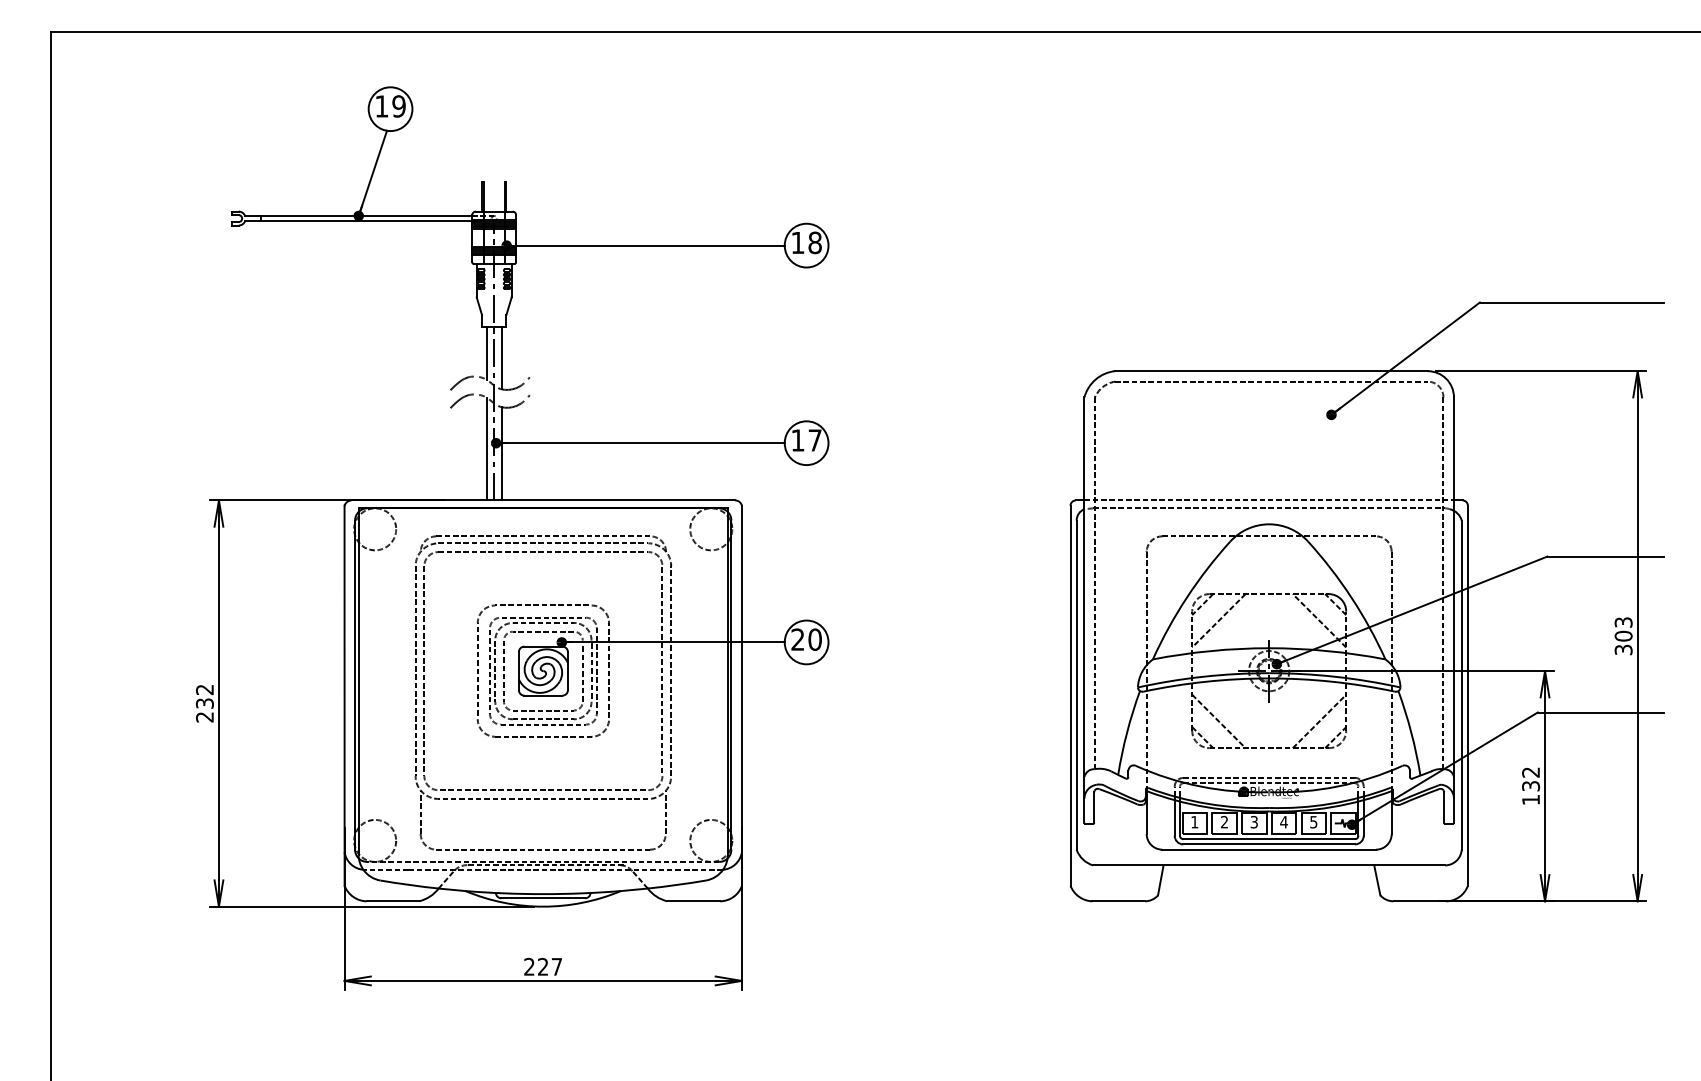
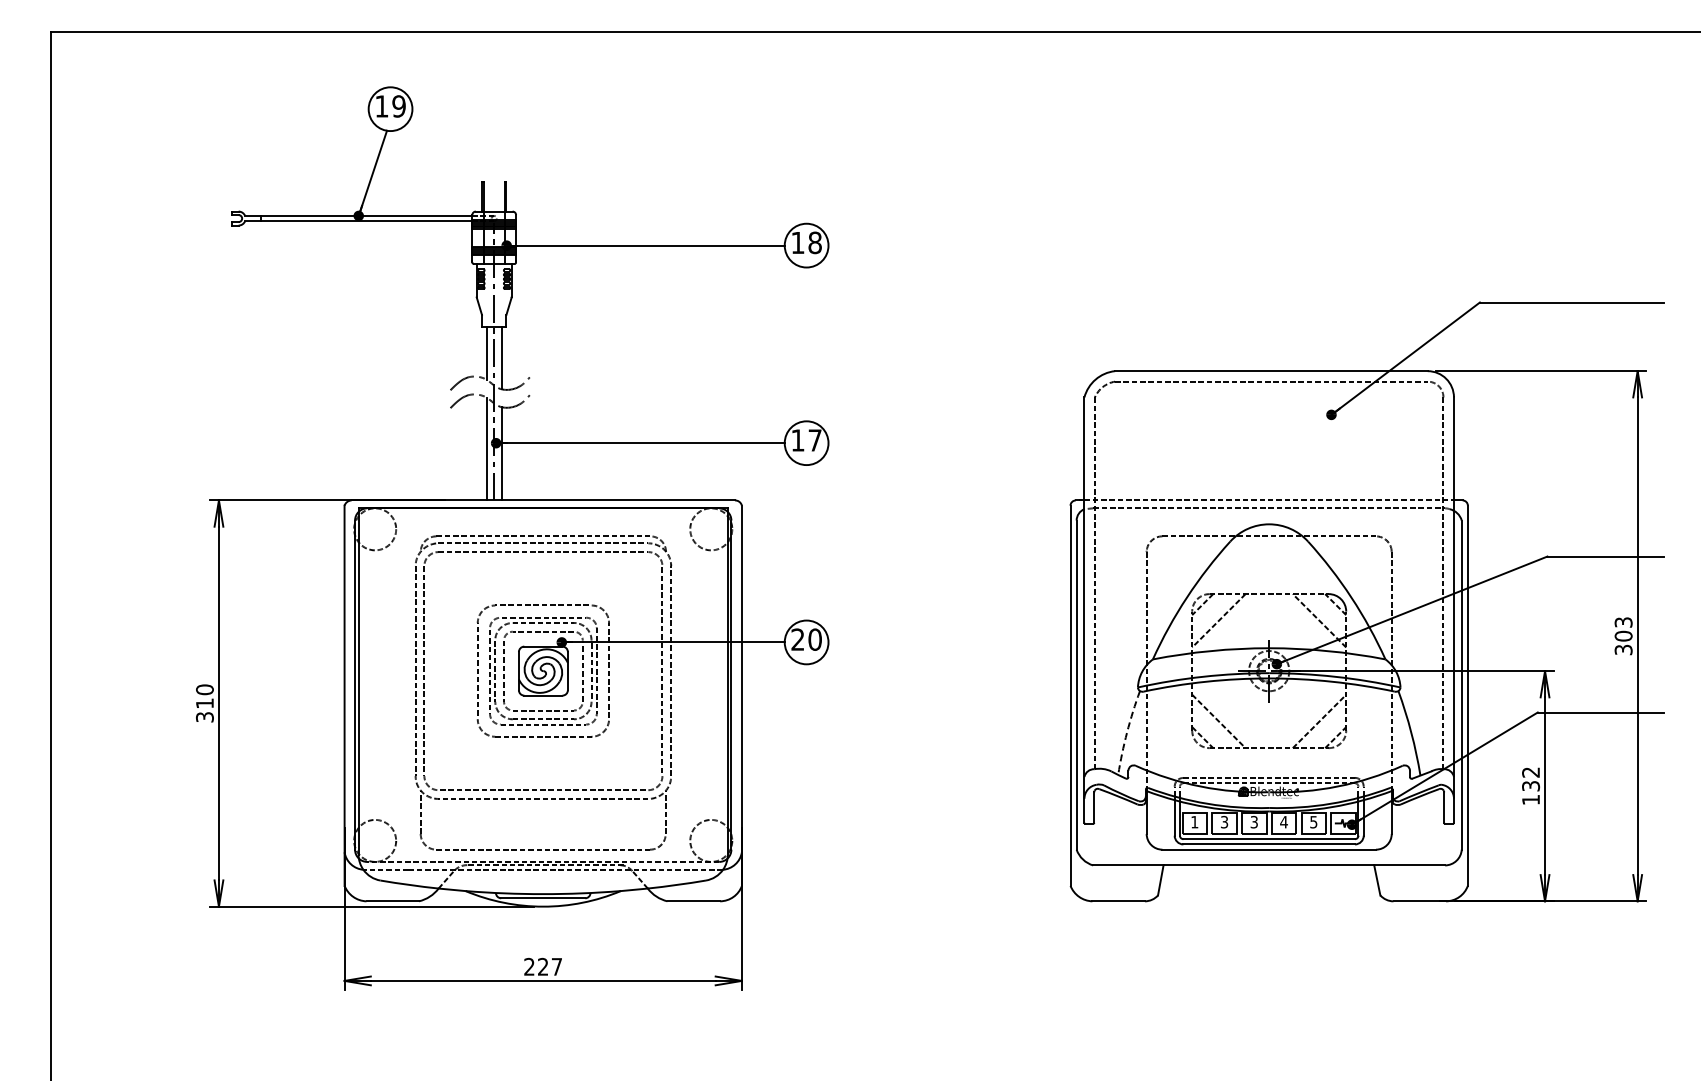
text at (204, 703): 232 -> 310
arc at (1127, 732): solid -> dashed
text at (1224, 822): 2 -> 3
